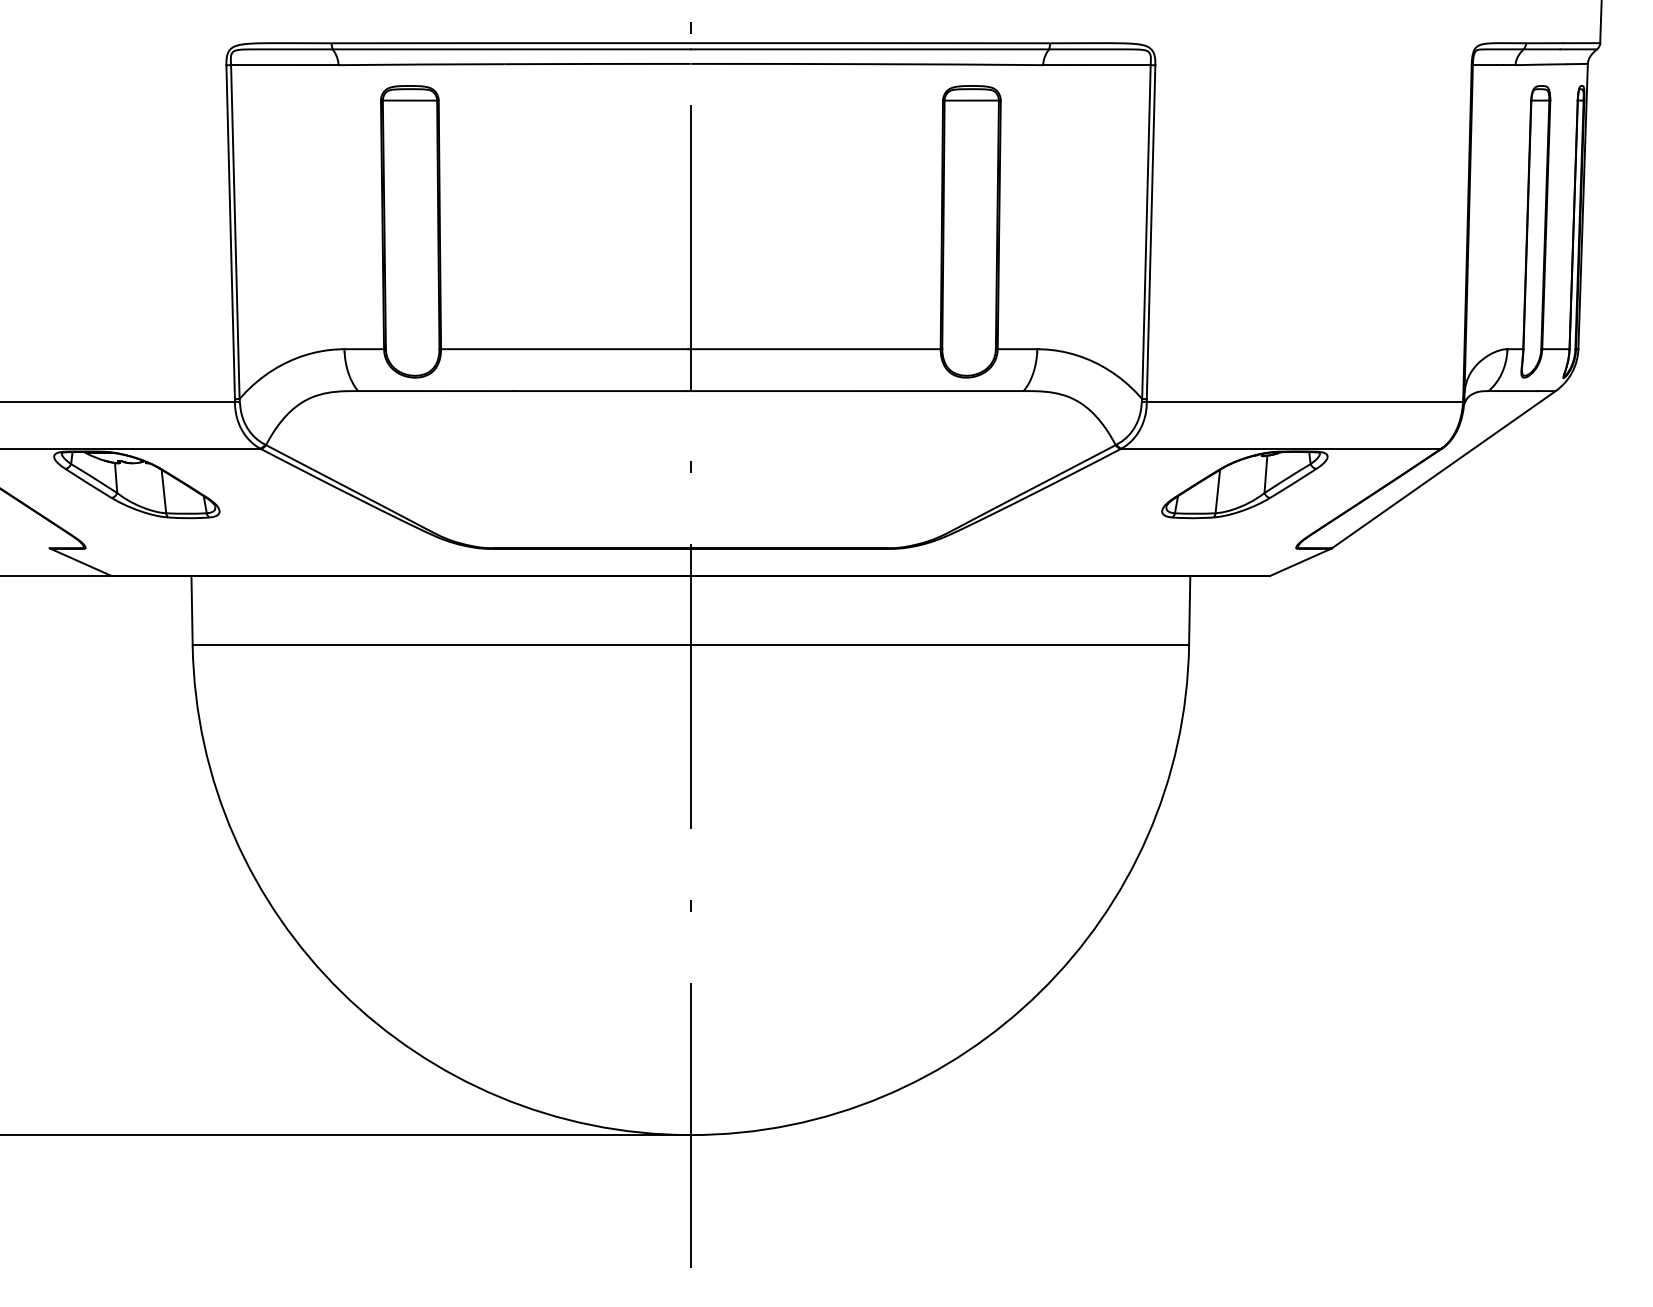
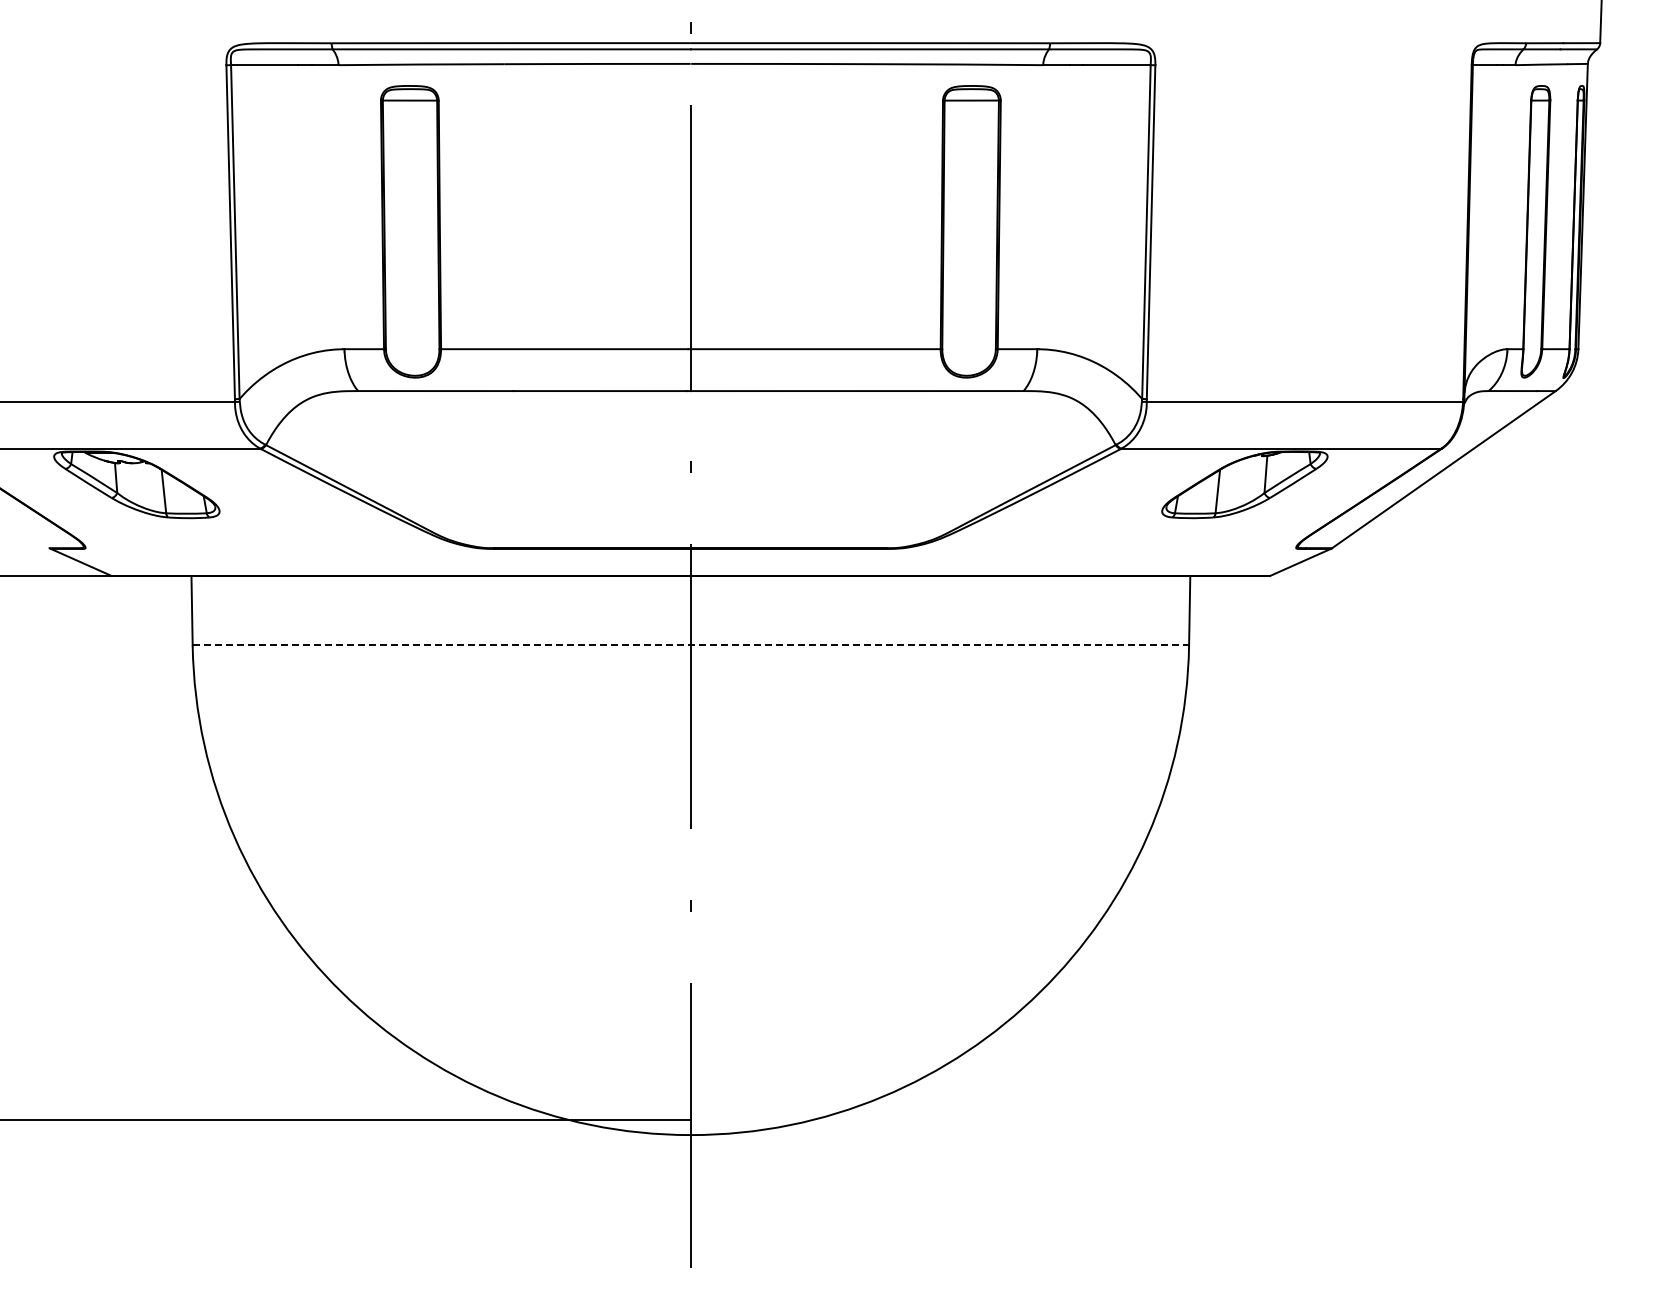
line at (691, 645): solid -> dashed
line at (346, 1135) position: (346, 1135) -> (346, 1120)
